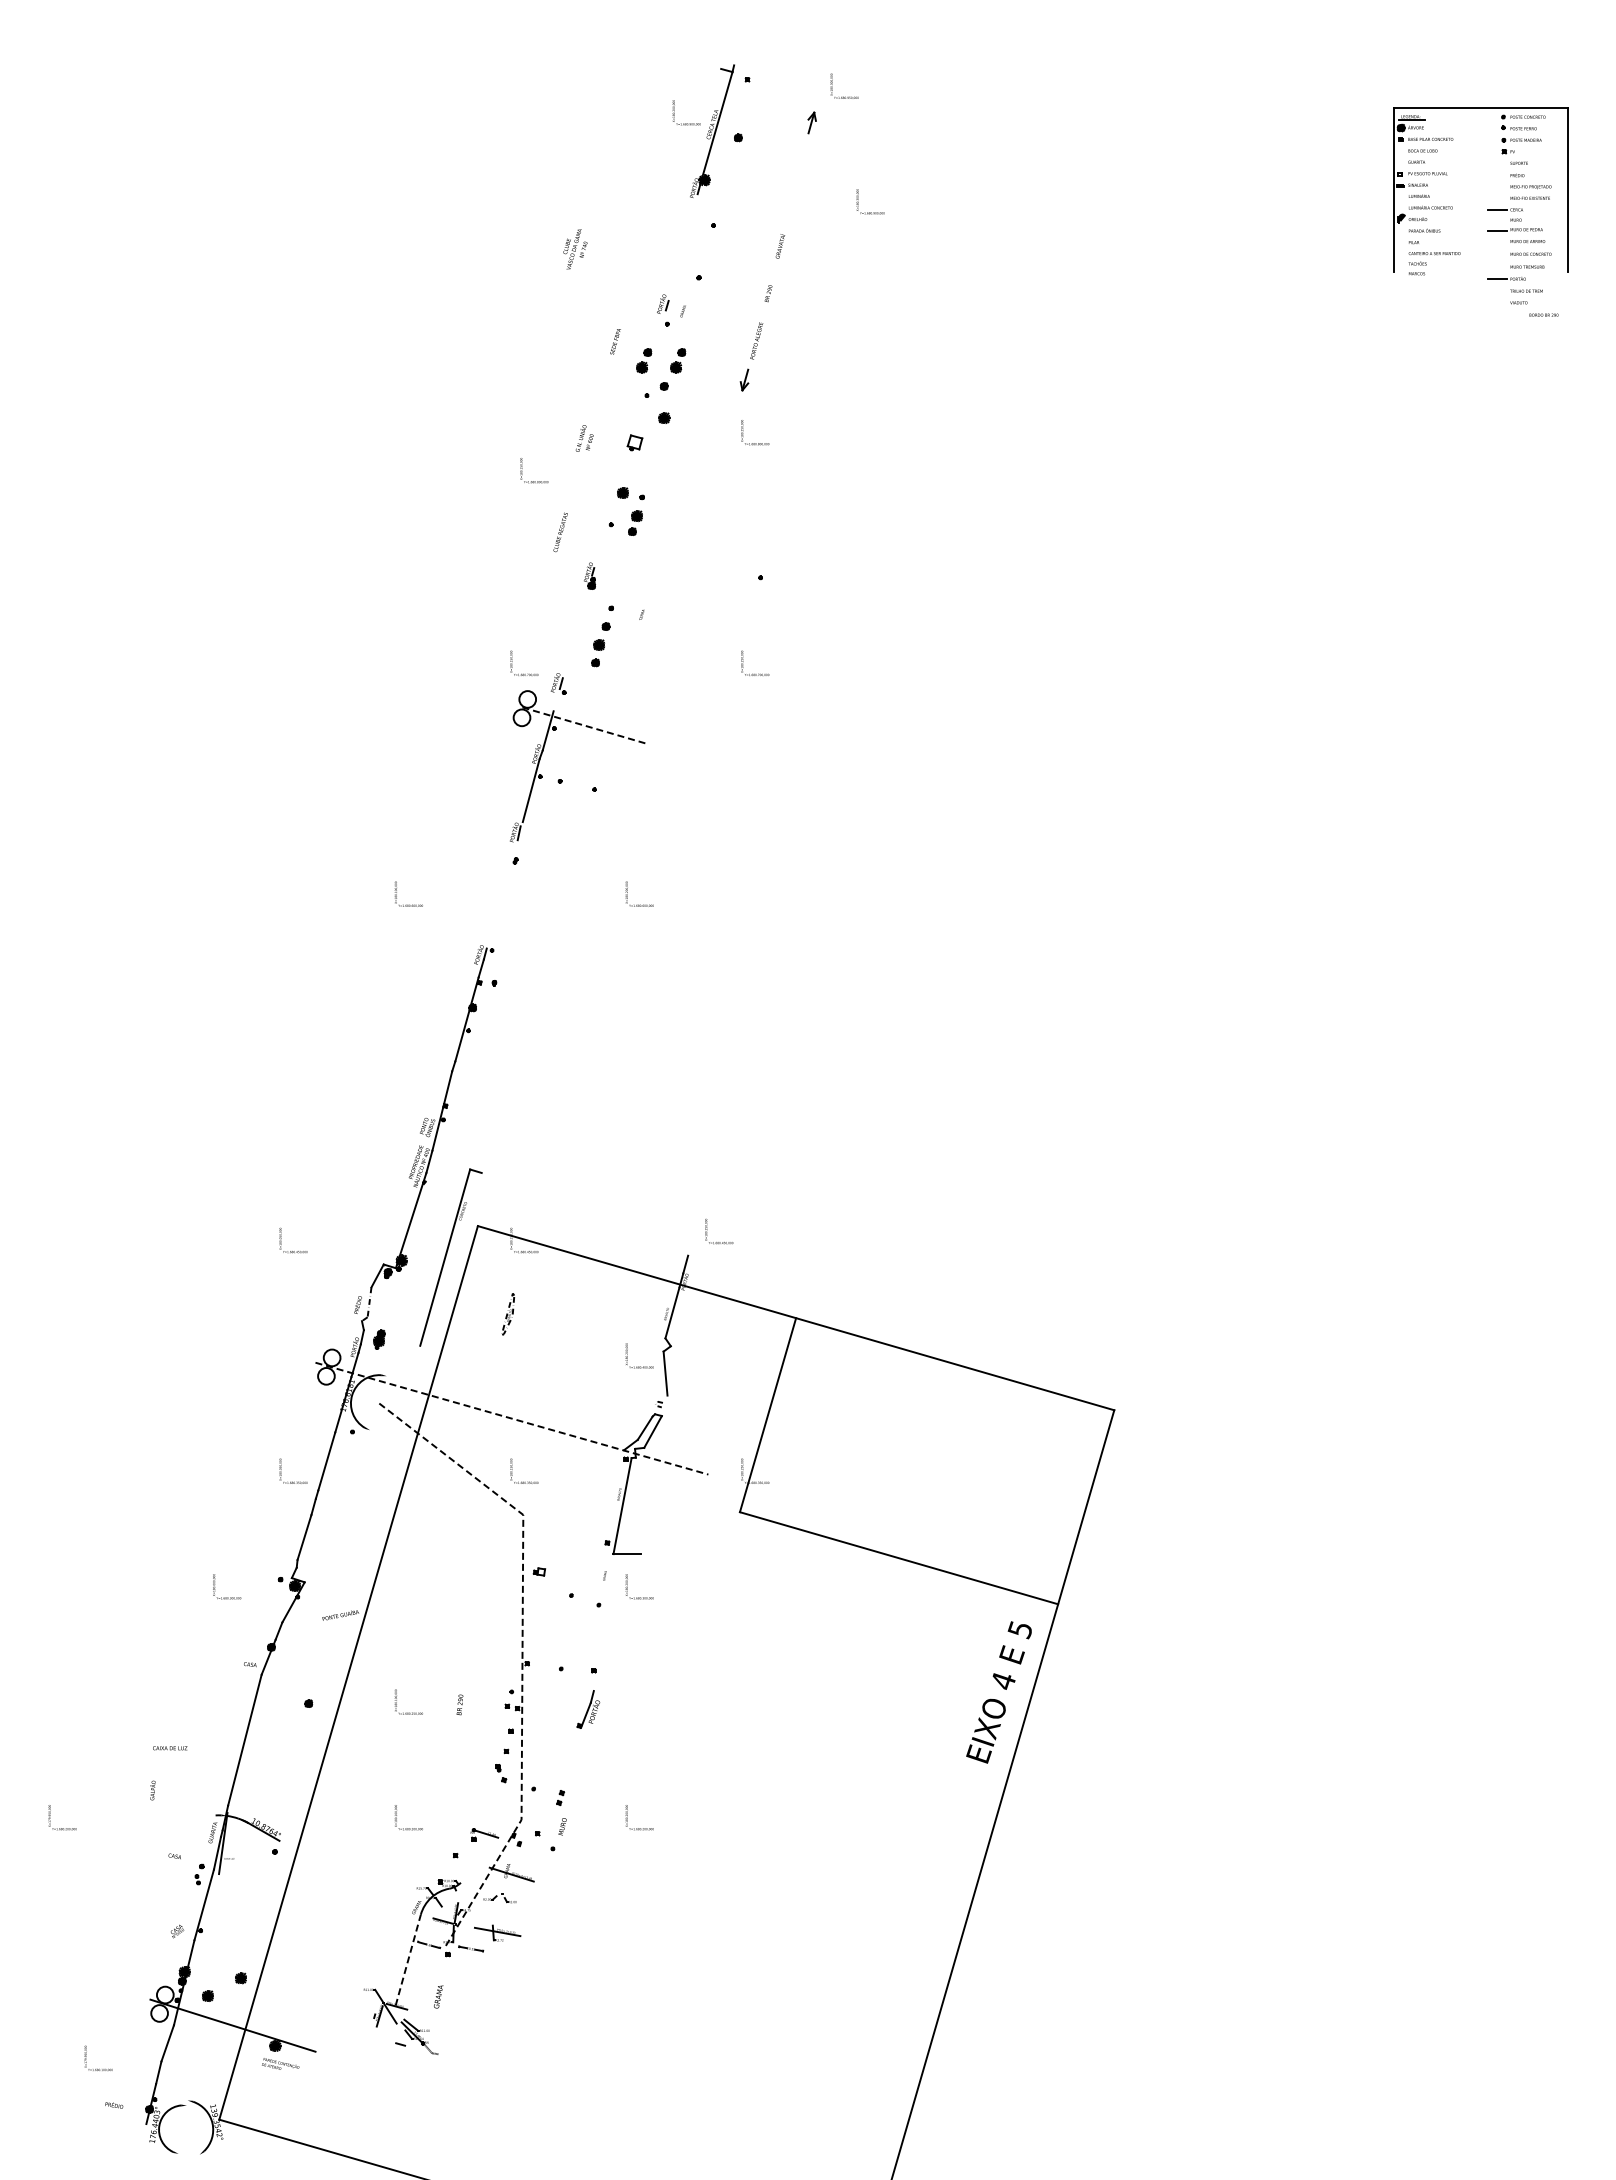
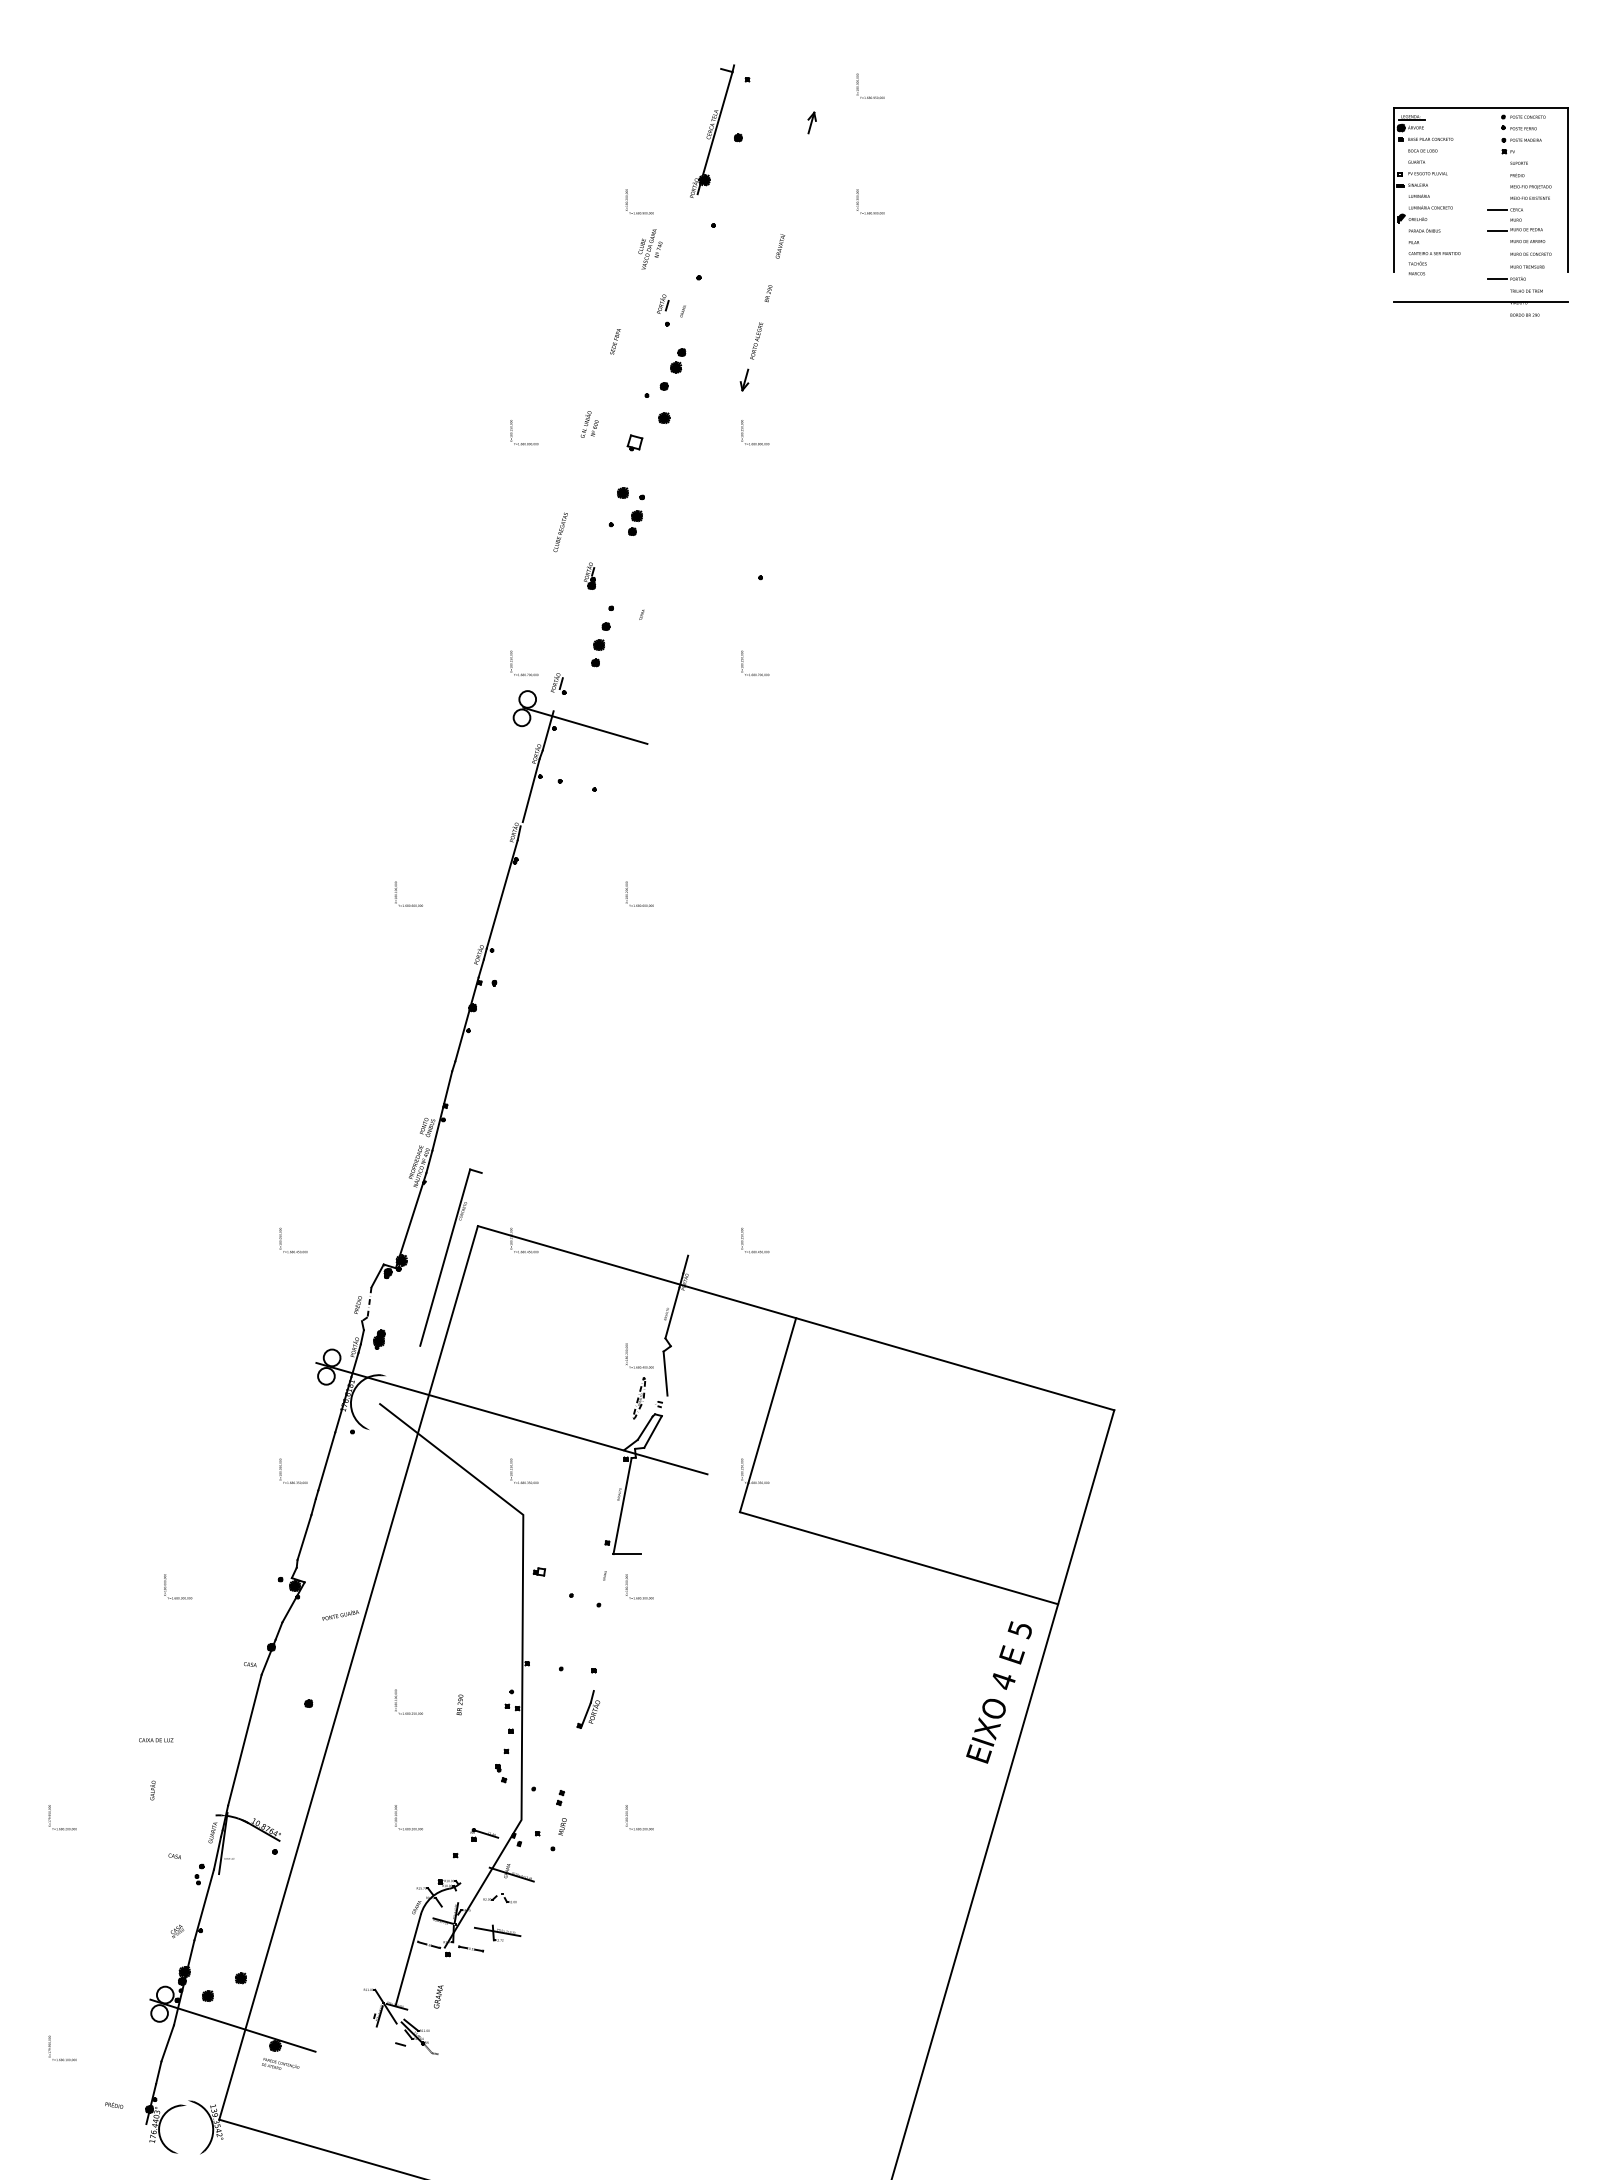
text at (844, 85) position: (844, 85) -> (870, 85)
text at (686, 112) position: (686, 112) -> (639, 201)
text at (575, 249) position: (575, 249) -> (650, 249)
line at (1480, 301): none -> present
text at (1543, 314) position: (1543, 314) -> (1524, 314)
part at (644, 360): present -> none
text at (584, 438) position: (584, 438) -> (589, 424)
text at (534, 470) position: (534, 470) -> (524, 432)
line at (585, 725): dashed -> solid
line at (501, 894): none -> present
text at (719, 1231) position: (719, 1231) -> (755, 1240)
part at (508, 1314) position: (508, 1314) -> (639, 1398)
line at (512, 1418): dashed -> solid
text at (227, 1586) position: (227, 1586) -> (178, 1586)
line at (522, 1650): dashed -> solid
text at (170, 1748) position: (170, 1748) -> (156, 1740)
line at (408, 1959): dashed -> solid
text at (98, 2057) position: (98, 2057) -> (62, 2047)
